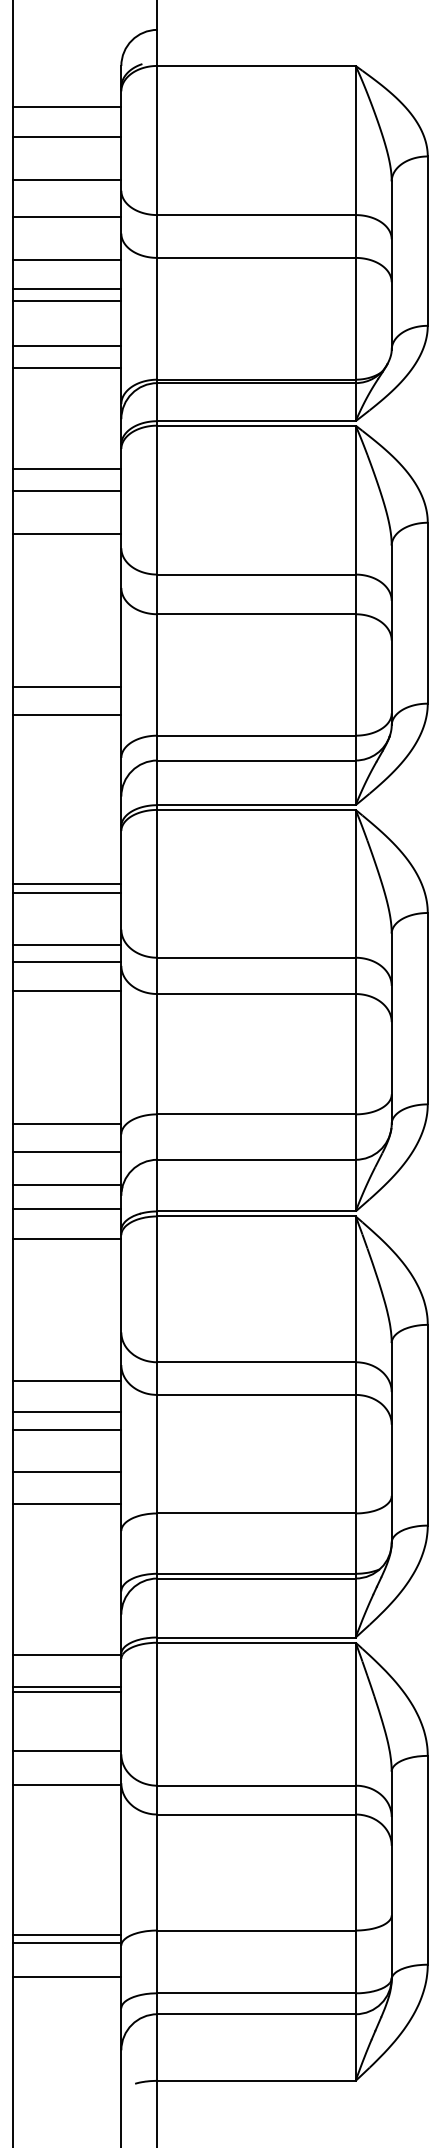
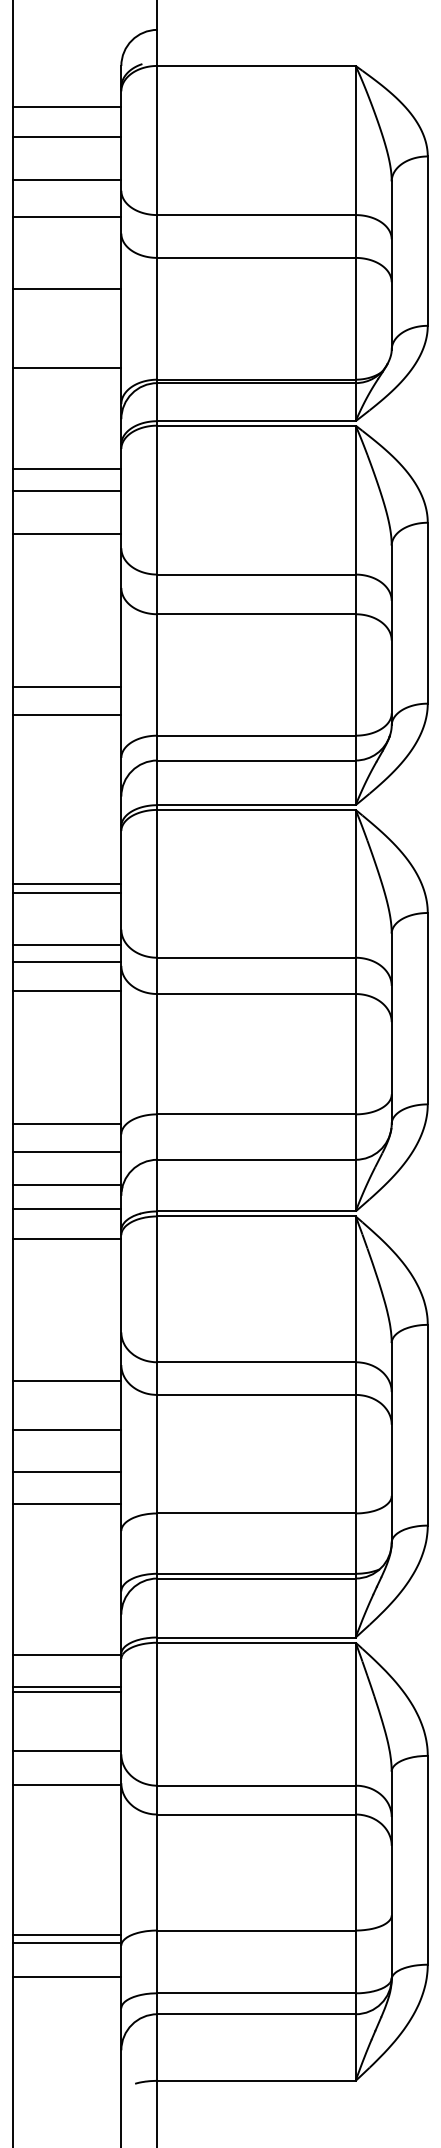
line at (67, 260): present -> none
line at (67, 300): present -> none
line at (67, 345): present -> none
line at (67, 1411): present -> none
